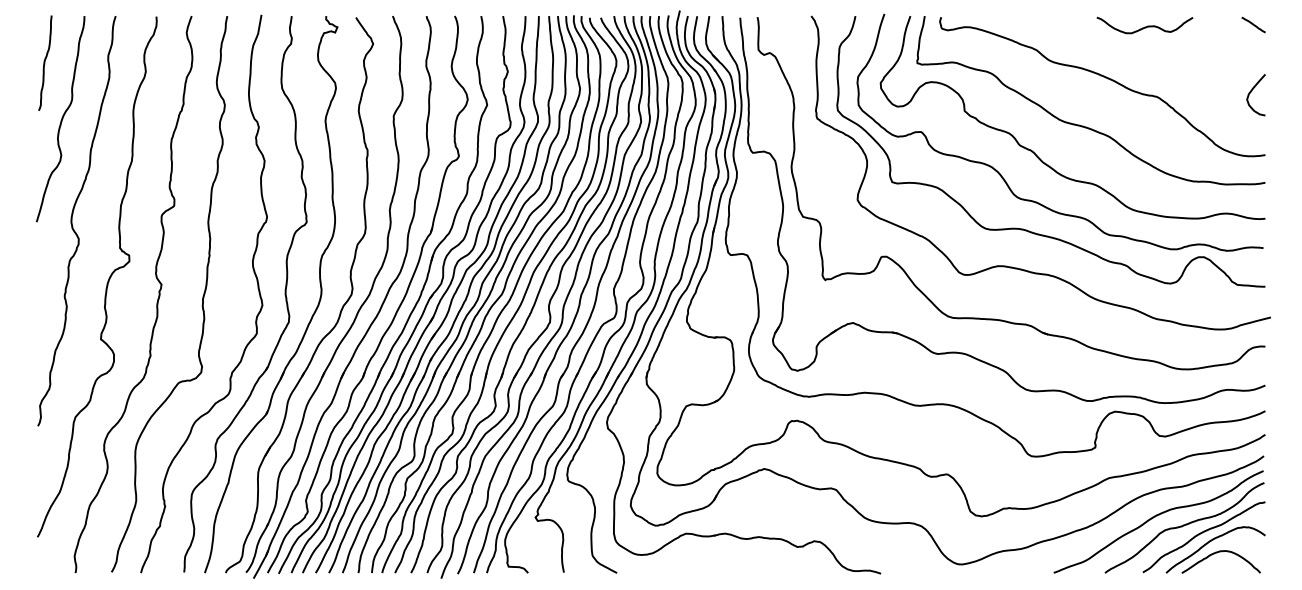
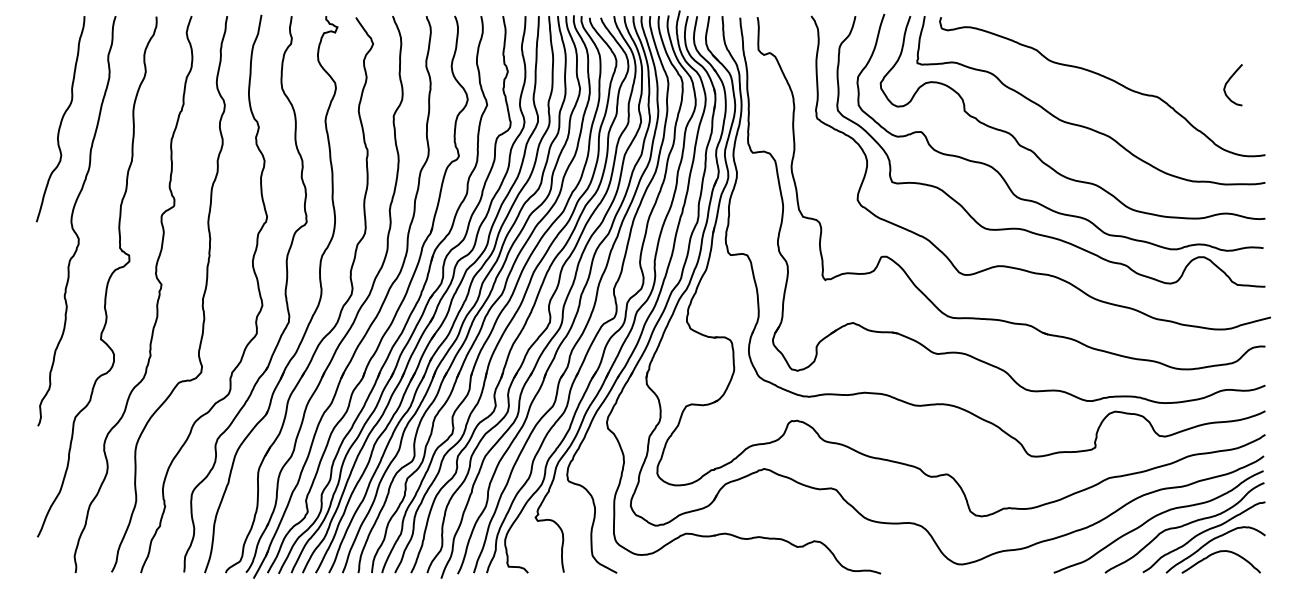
line at (1253, 24): present -> none
curve at (1144, 26): present -> none
curve at (45, 62): present -> none
curve at (1252, 91) position: (1252, 91) -> (1229, 81)
